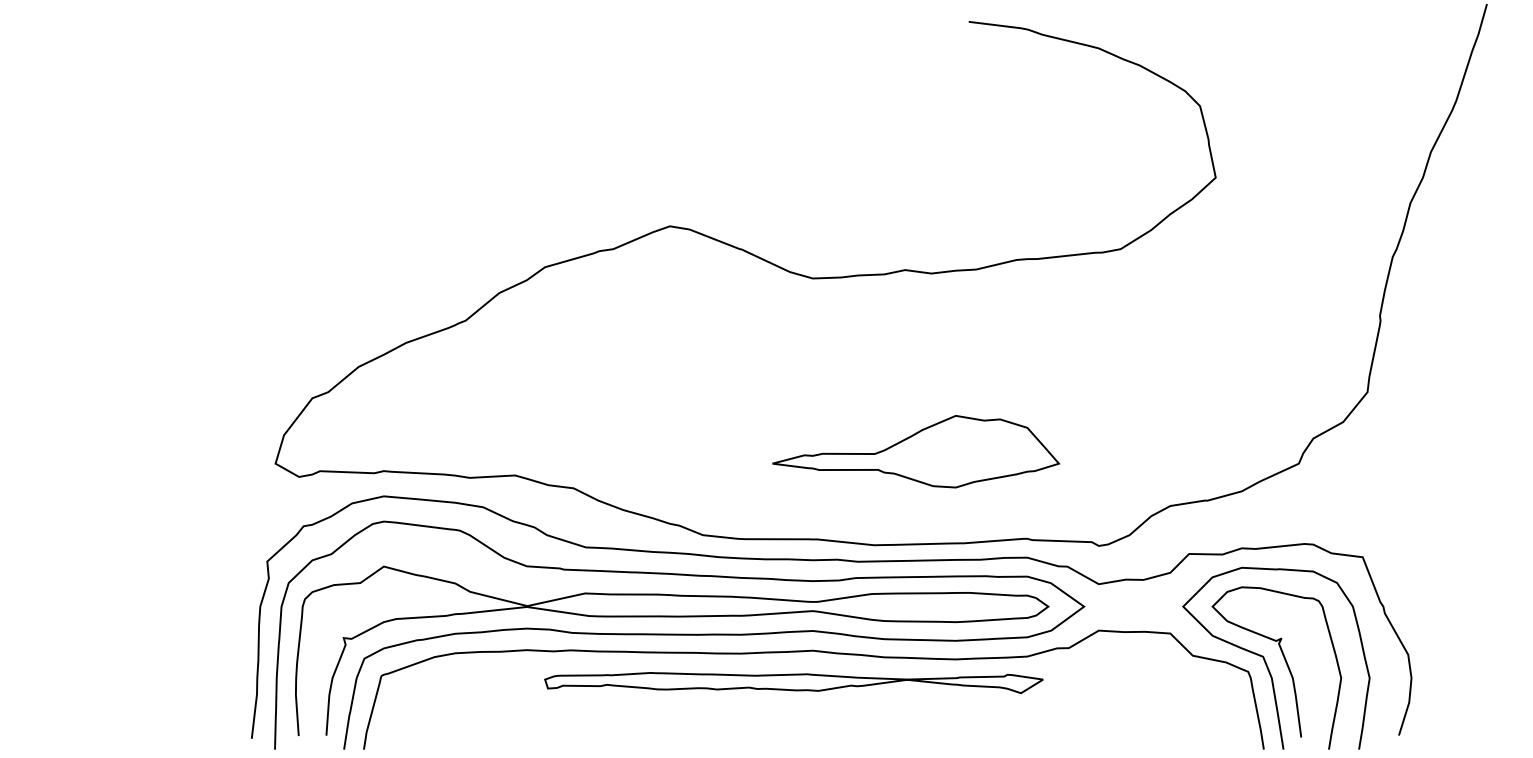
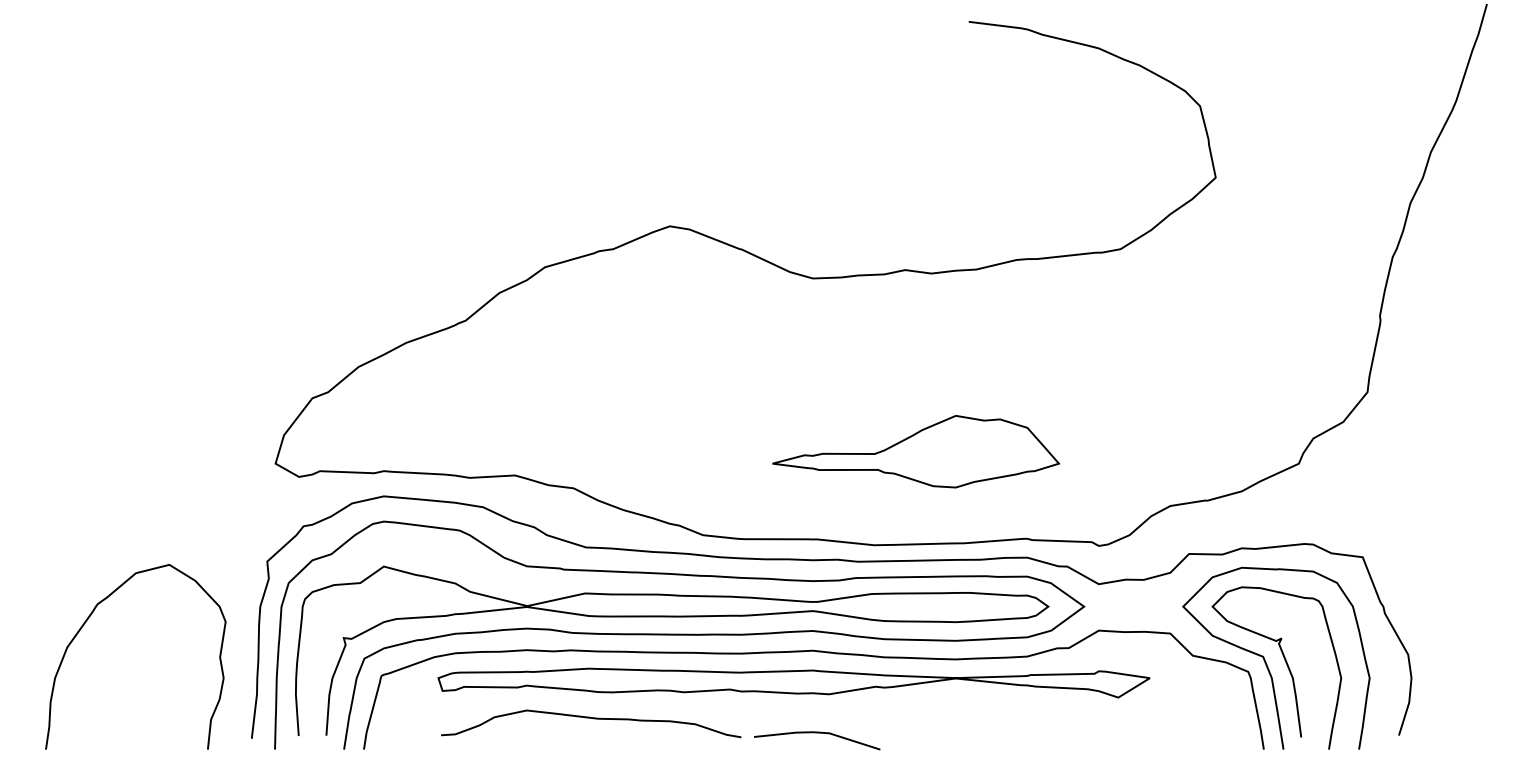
curve at (86, 622): none -> present
part at (793, 682) size: 500x22 px -> 714x32 px
curve at (593, 719): none -> present
line at (817, 733): none -> present
